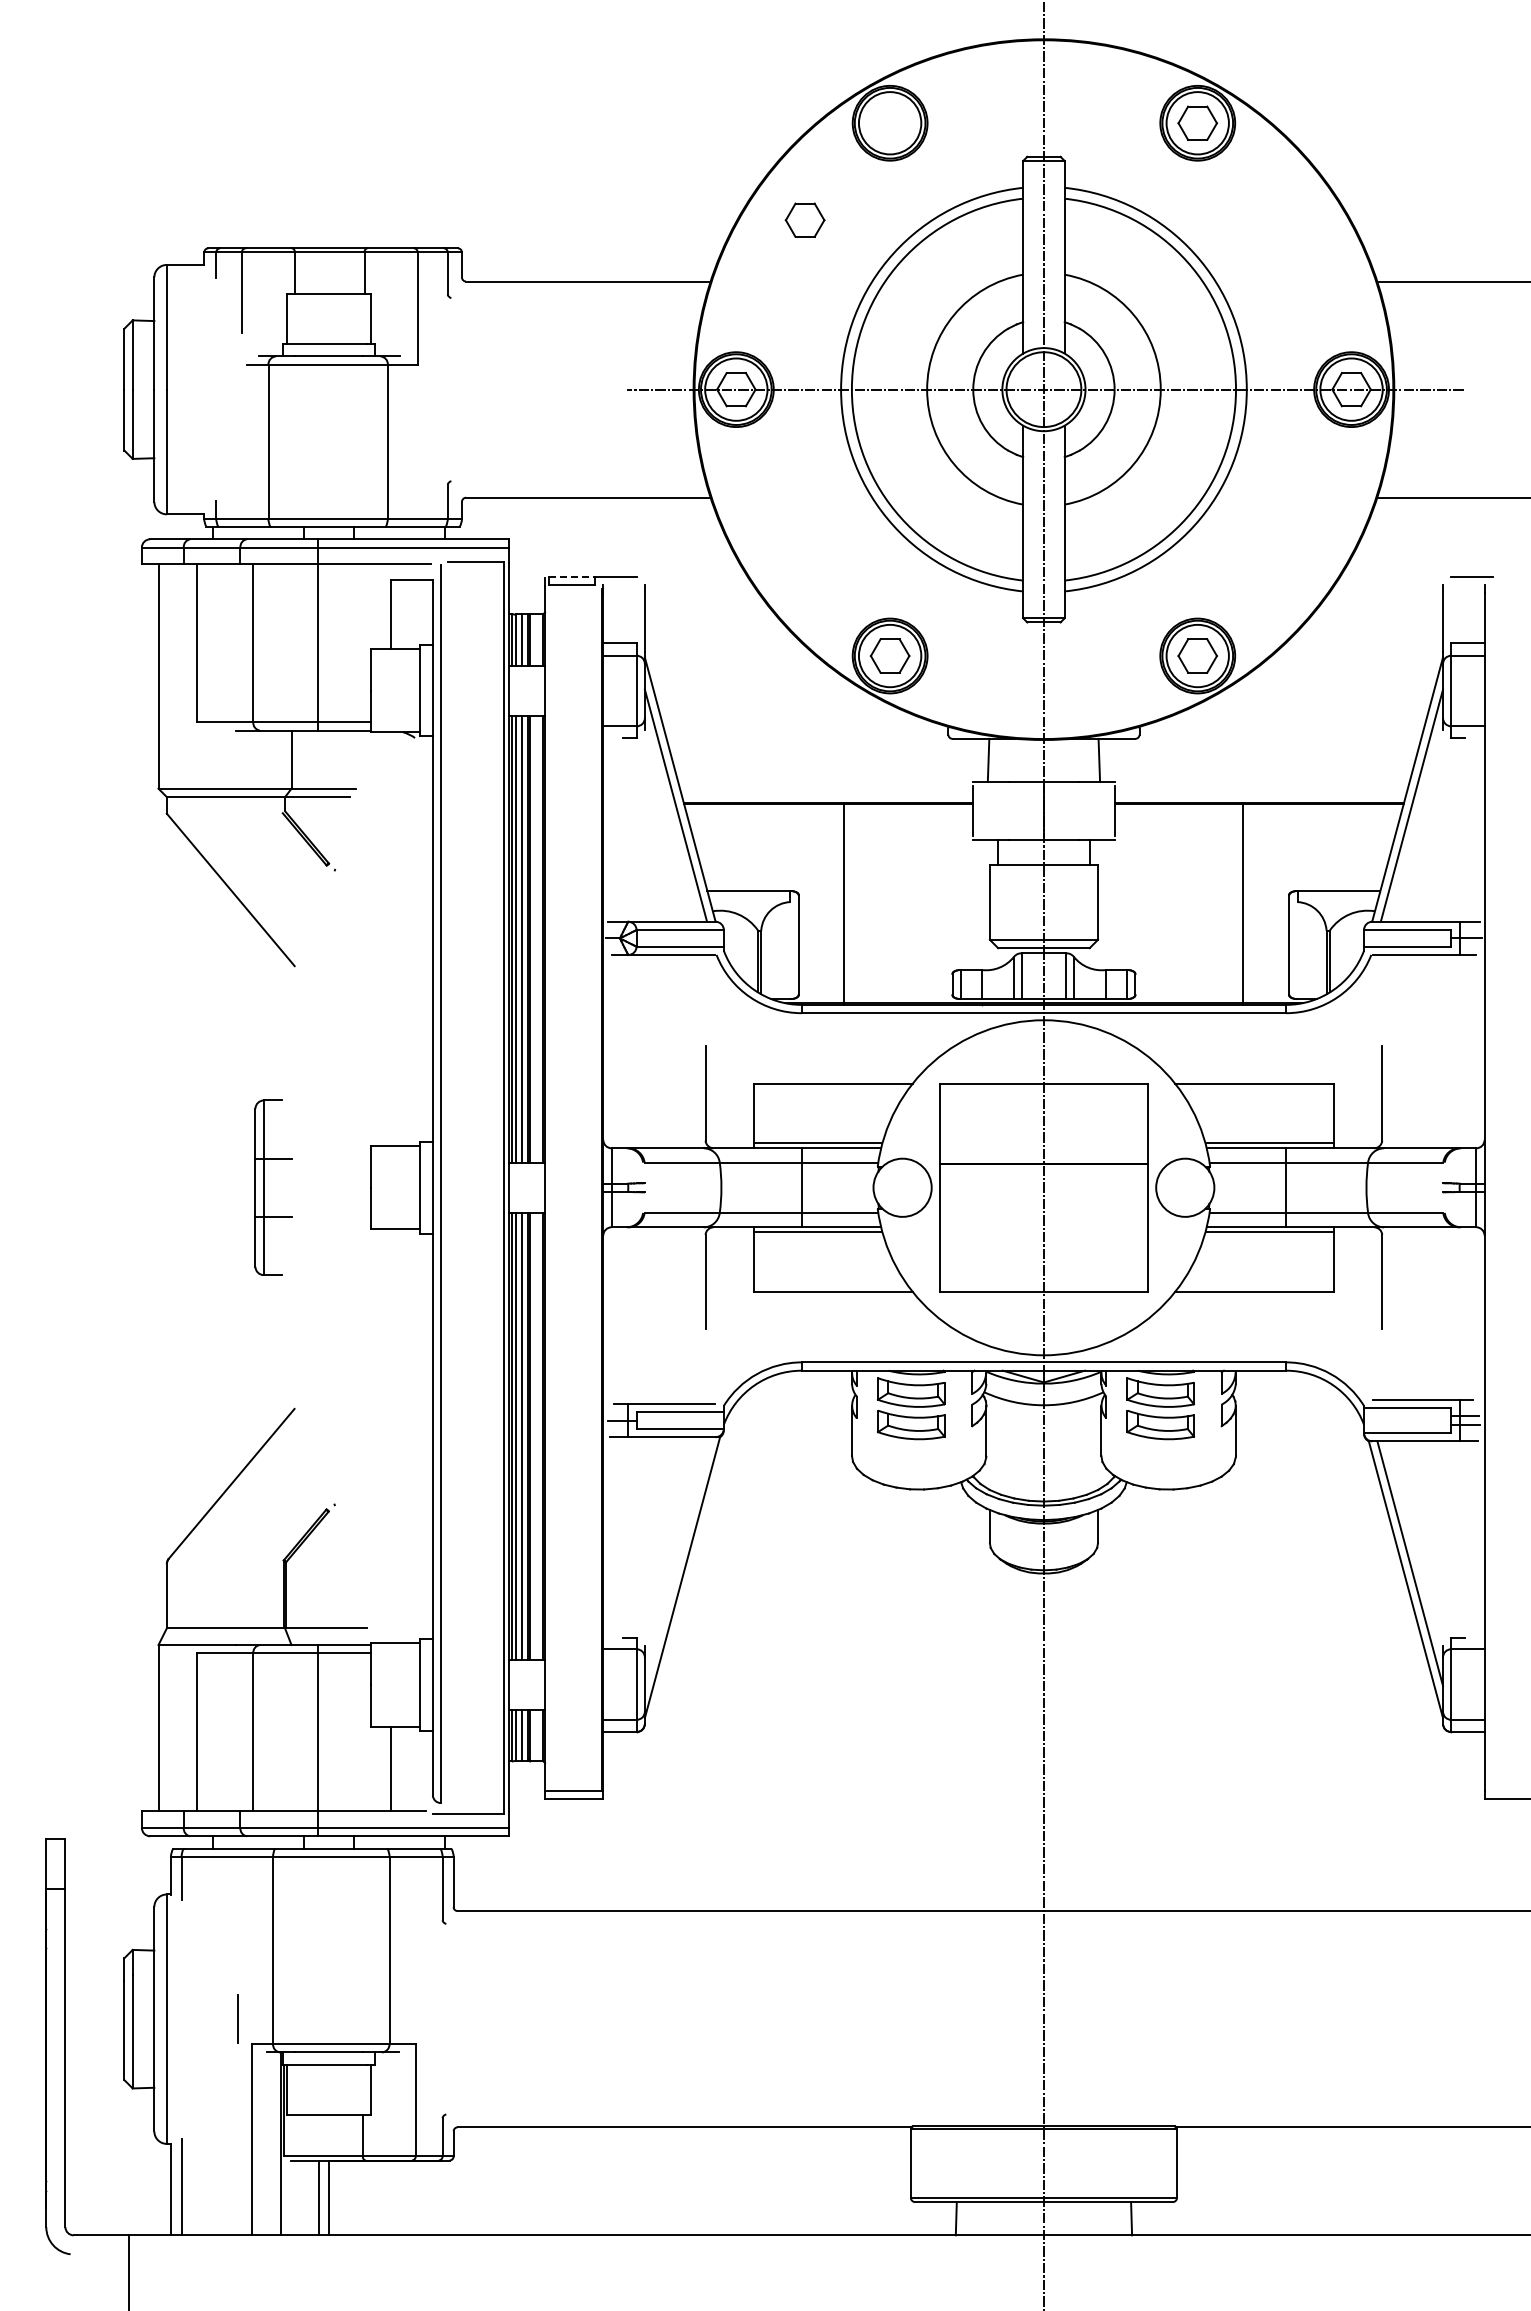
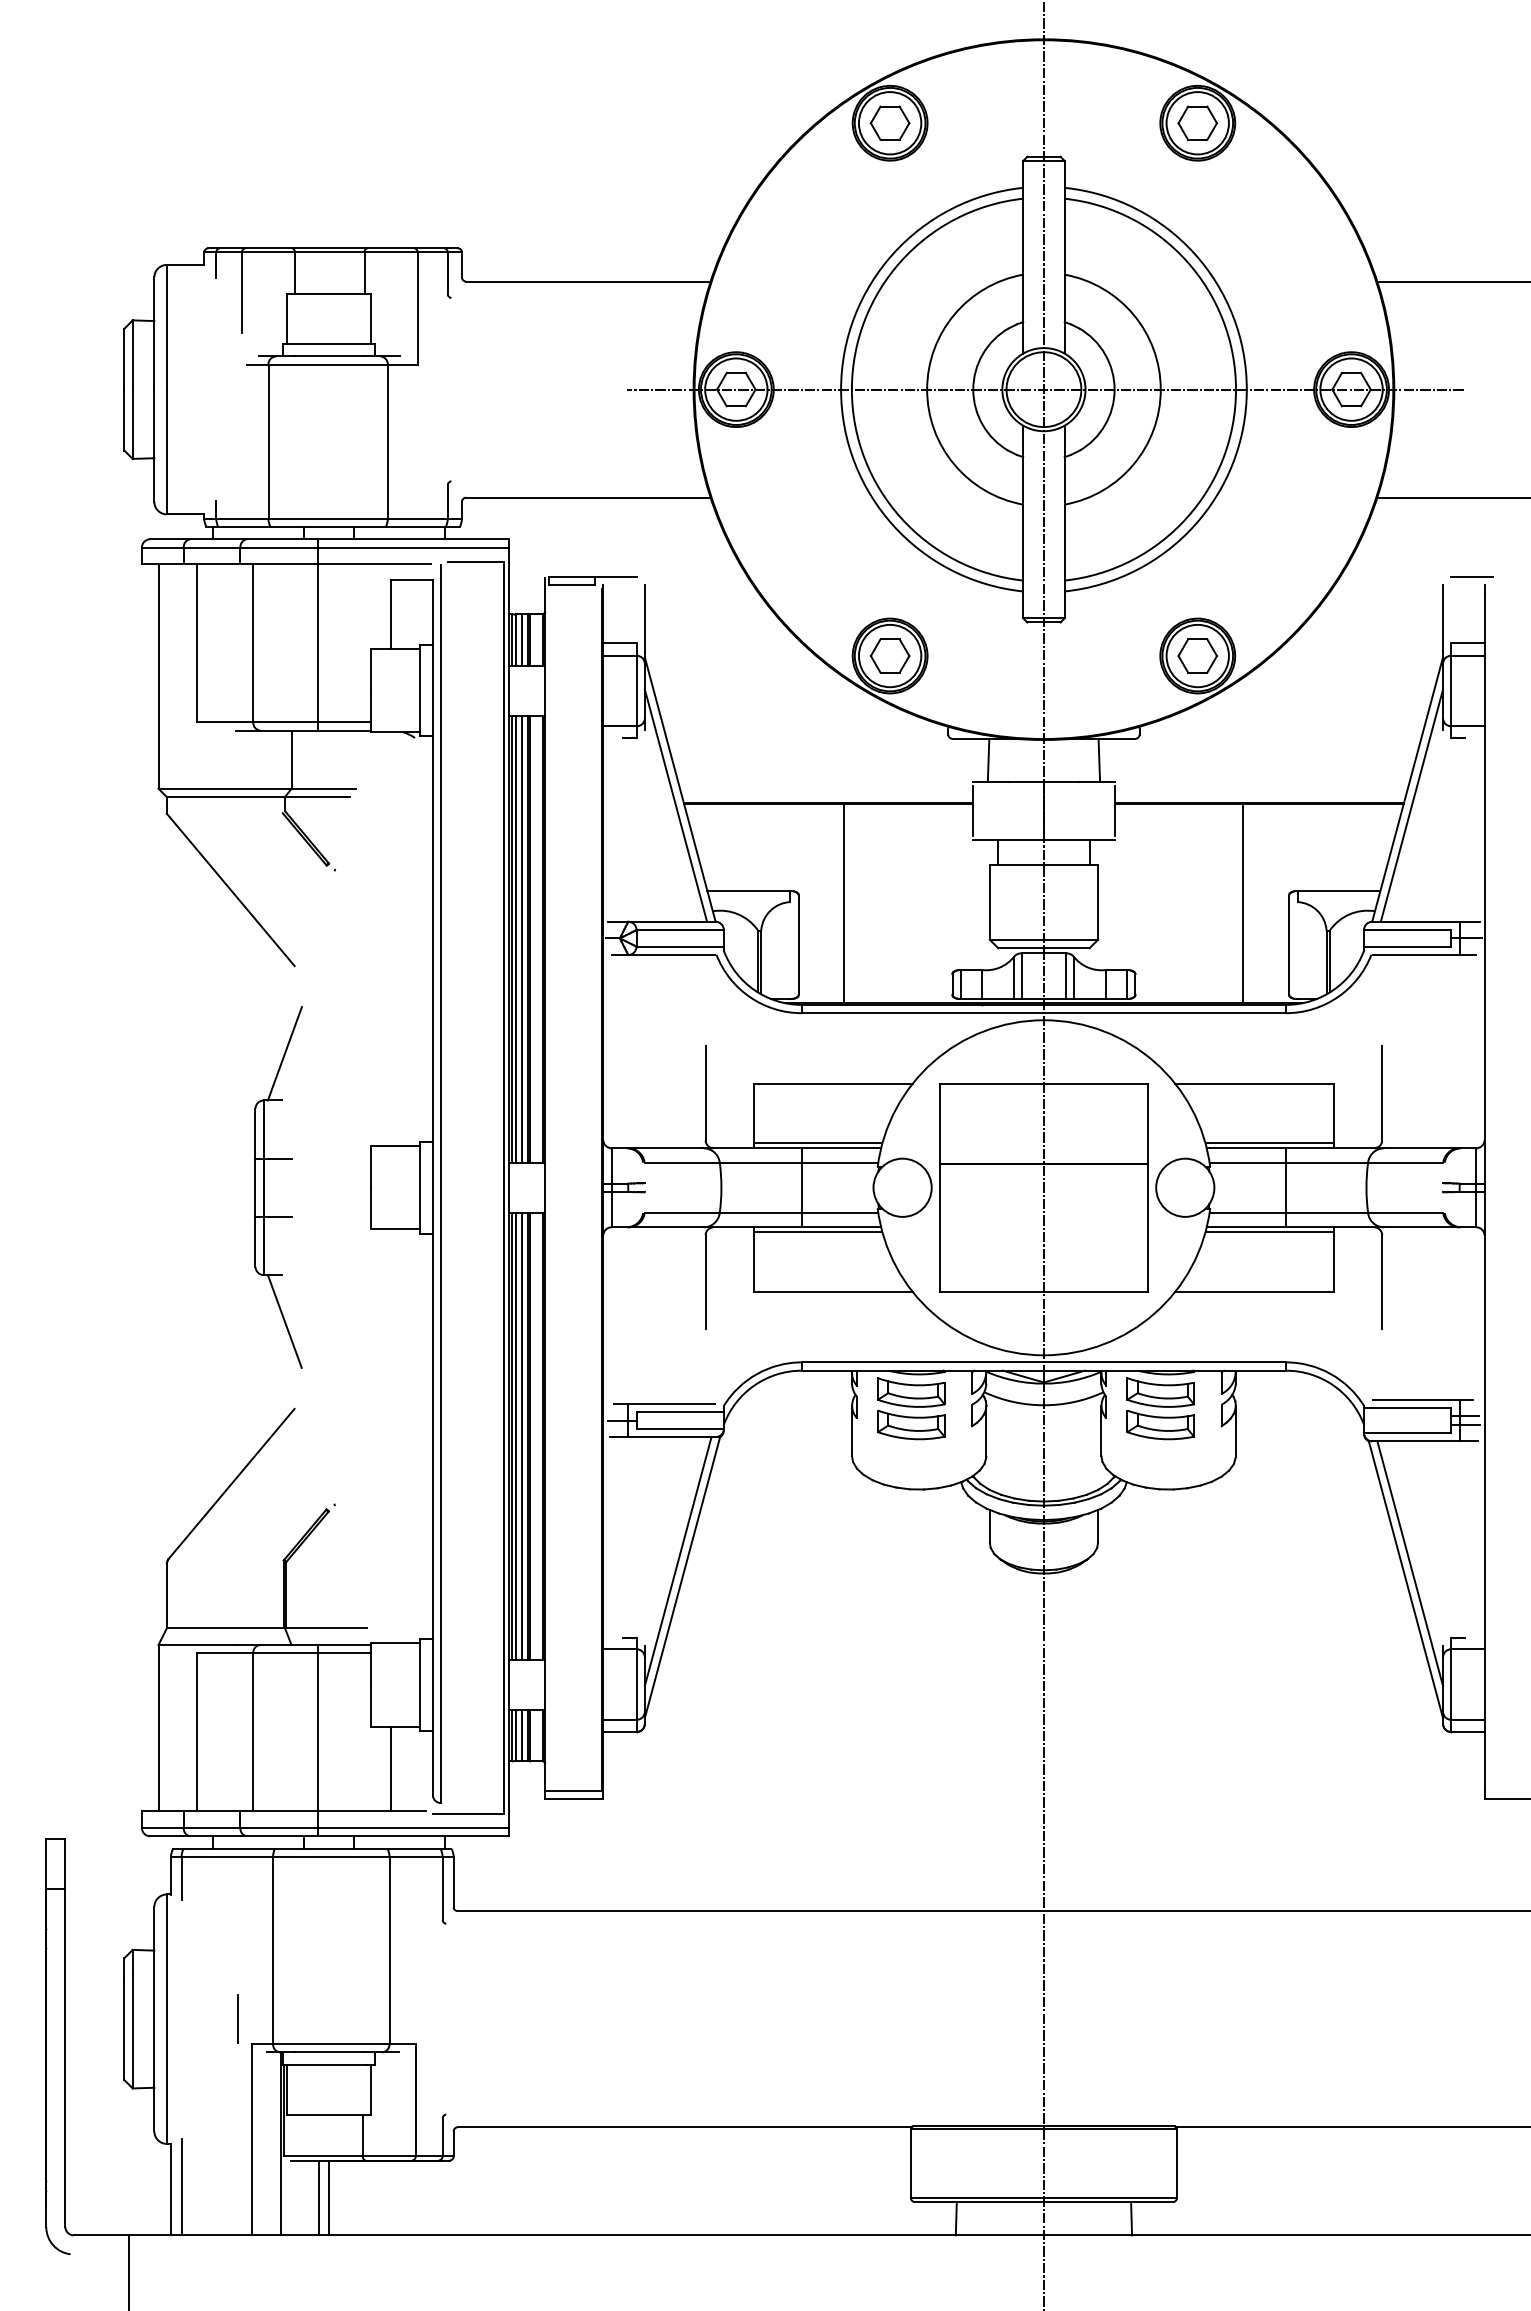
part at (804, 219) position: (804, 219) -> (889, 122)
line at (572, 576): dashed -> solid
line at (284, 1053): none -> present
line at (284, 1321): none -> present
line at (677, 1561): none -> present
